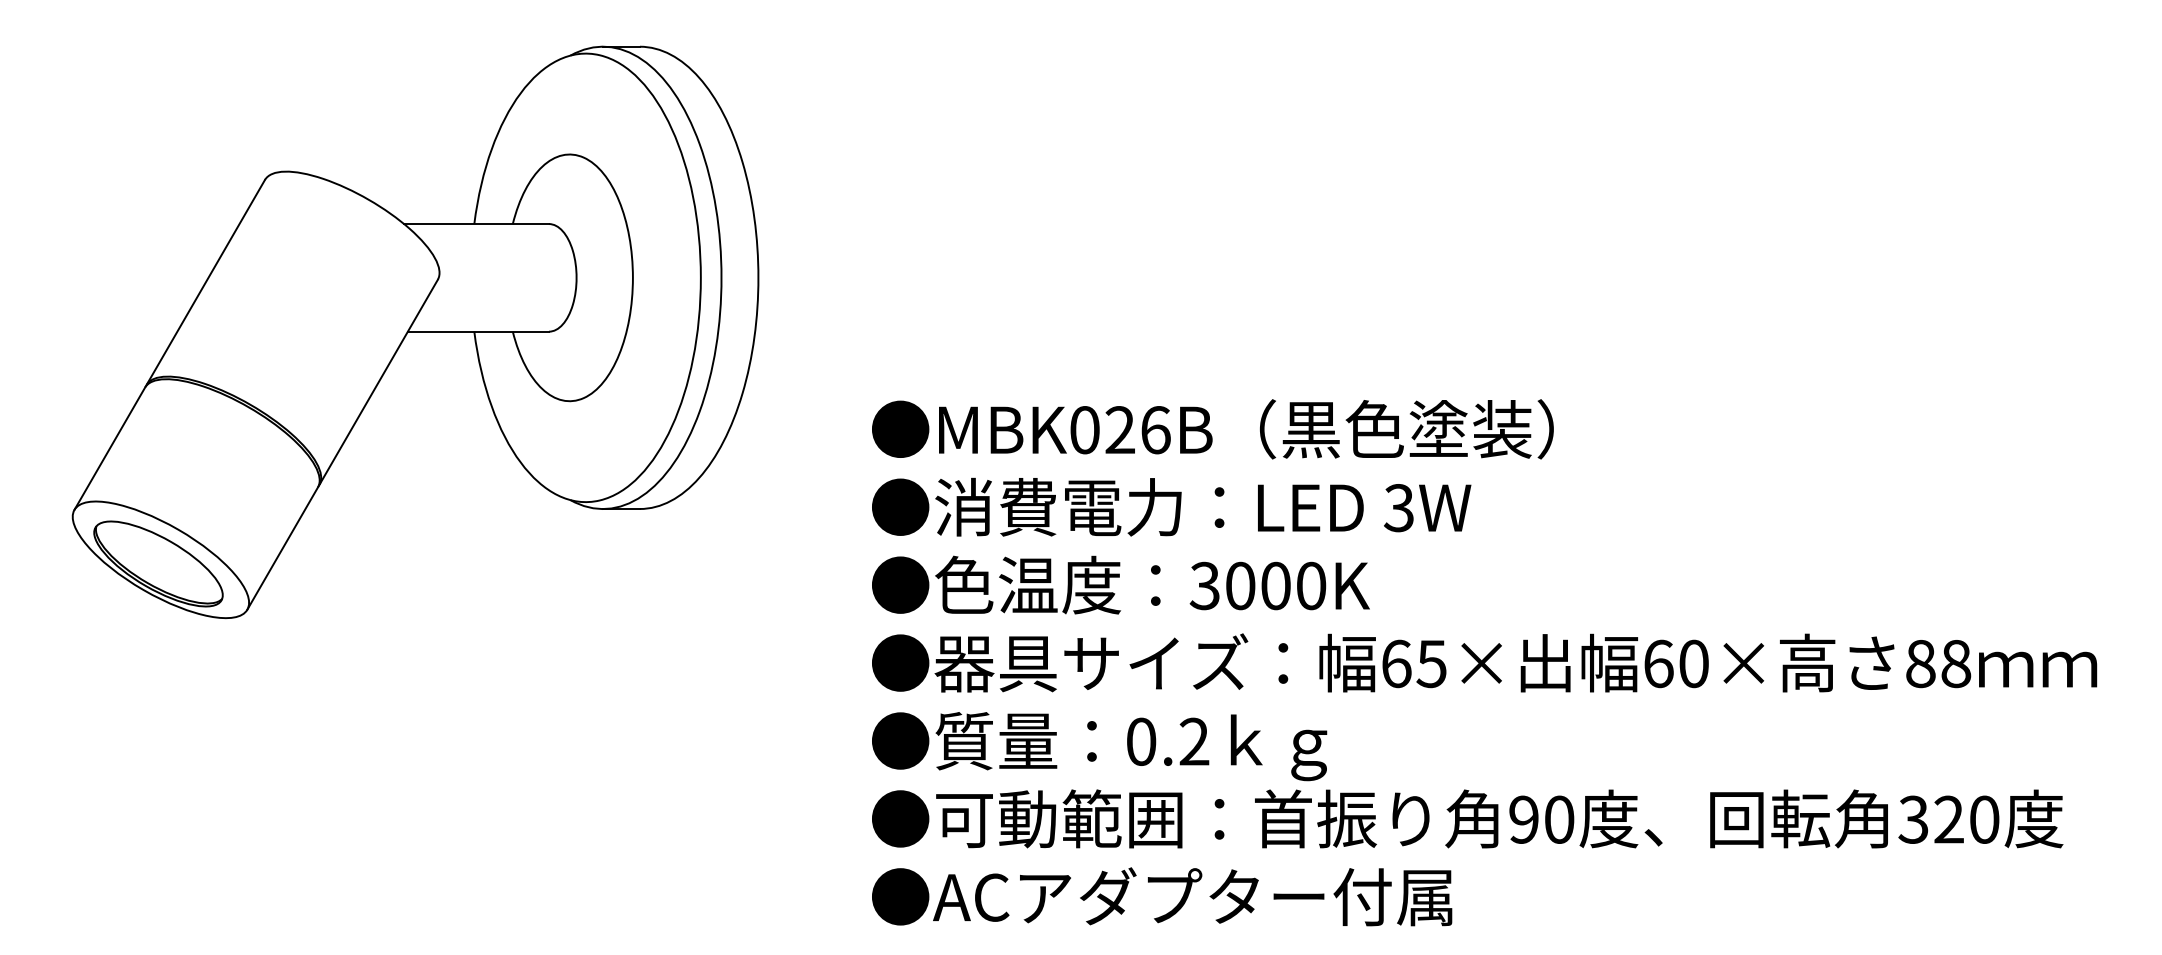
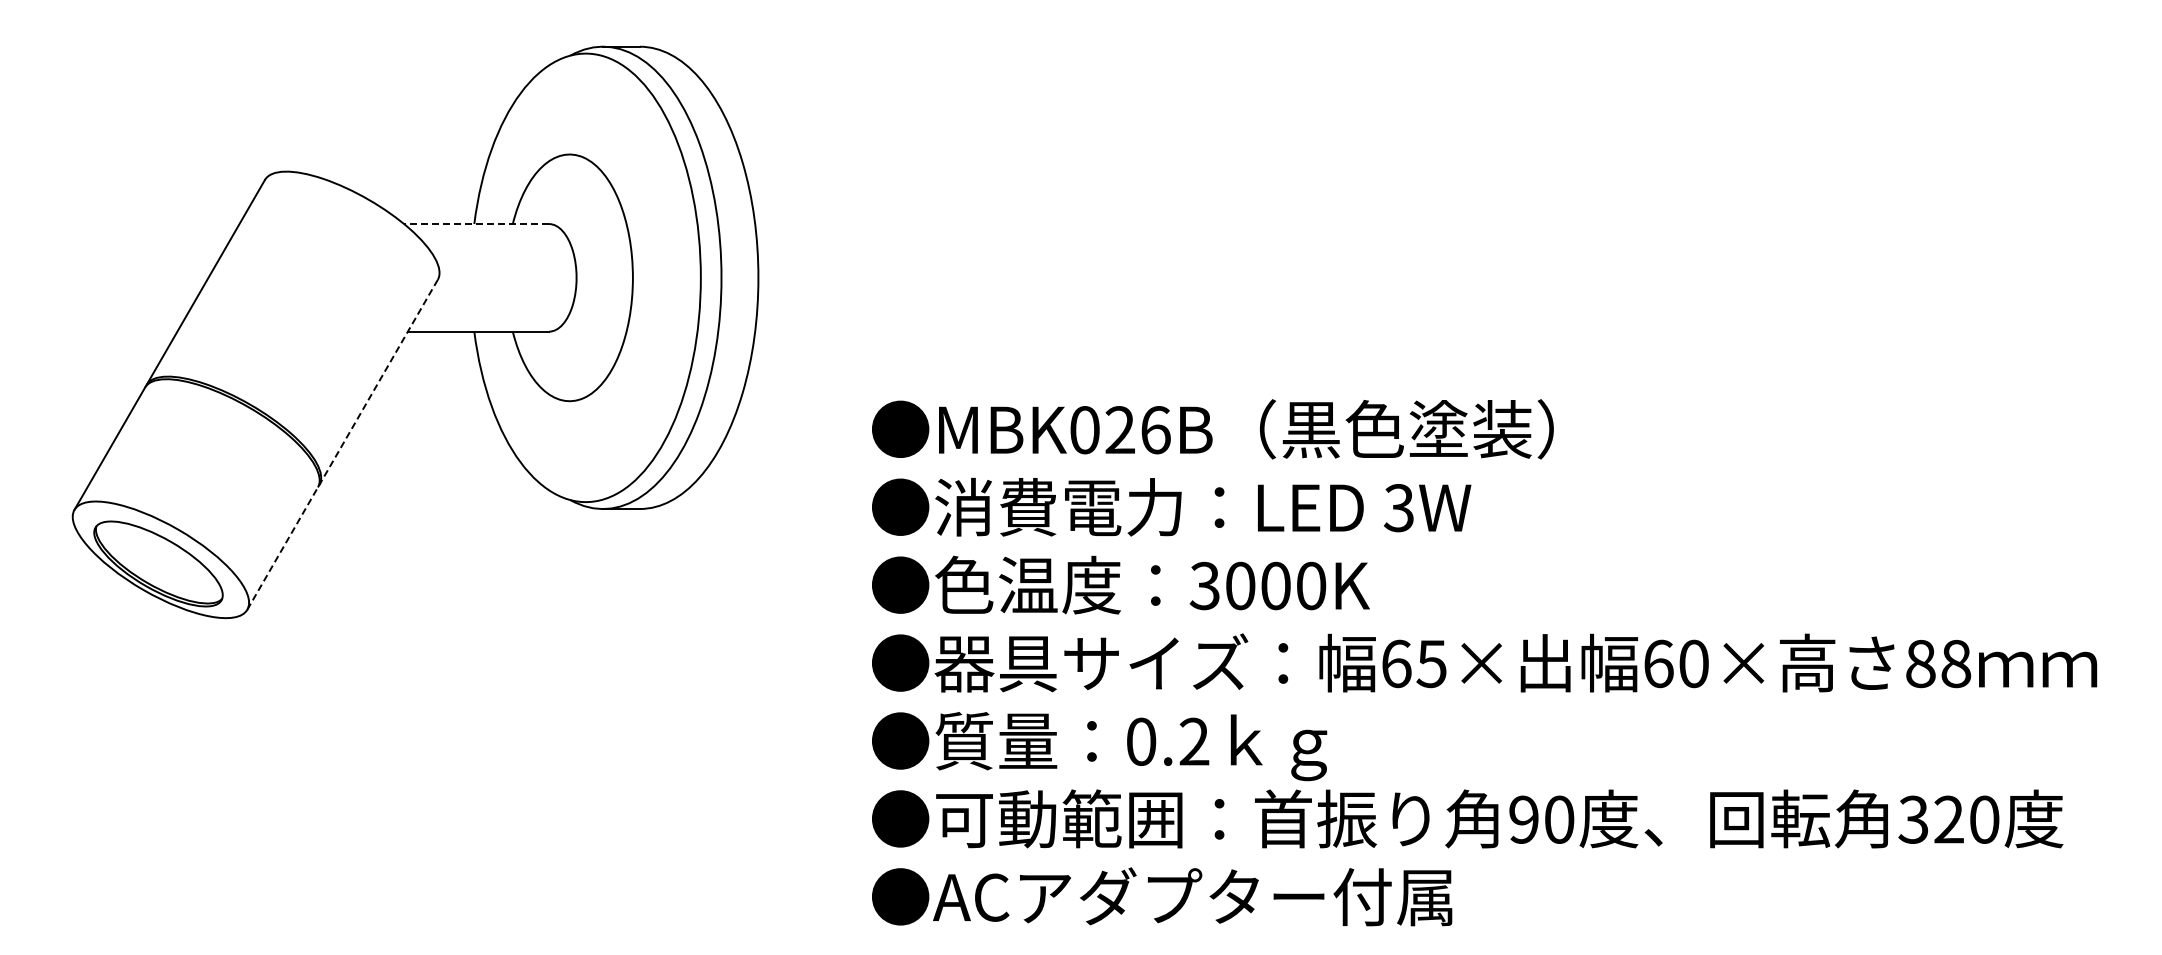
line at (476, 224): solid -> dashed
line at (342, 445): solid -> dashed
